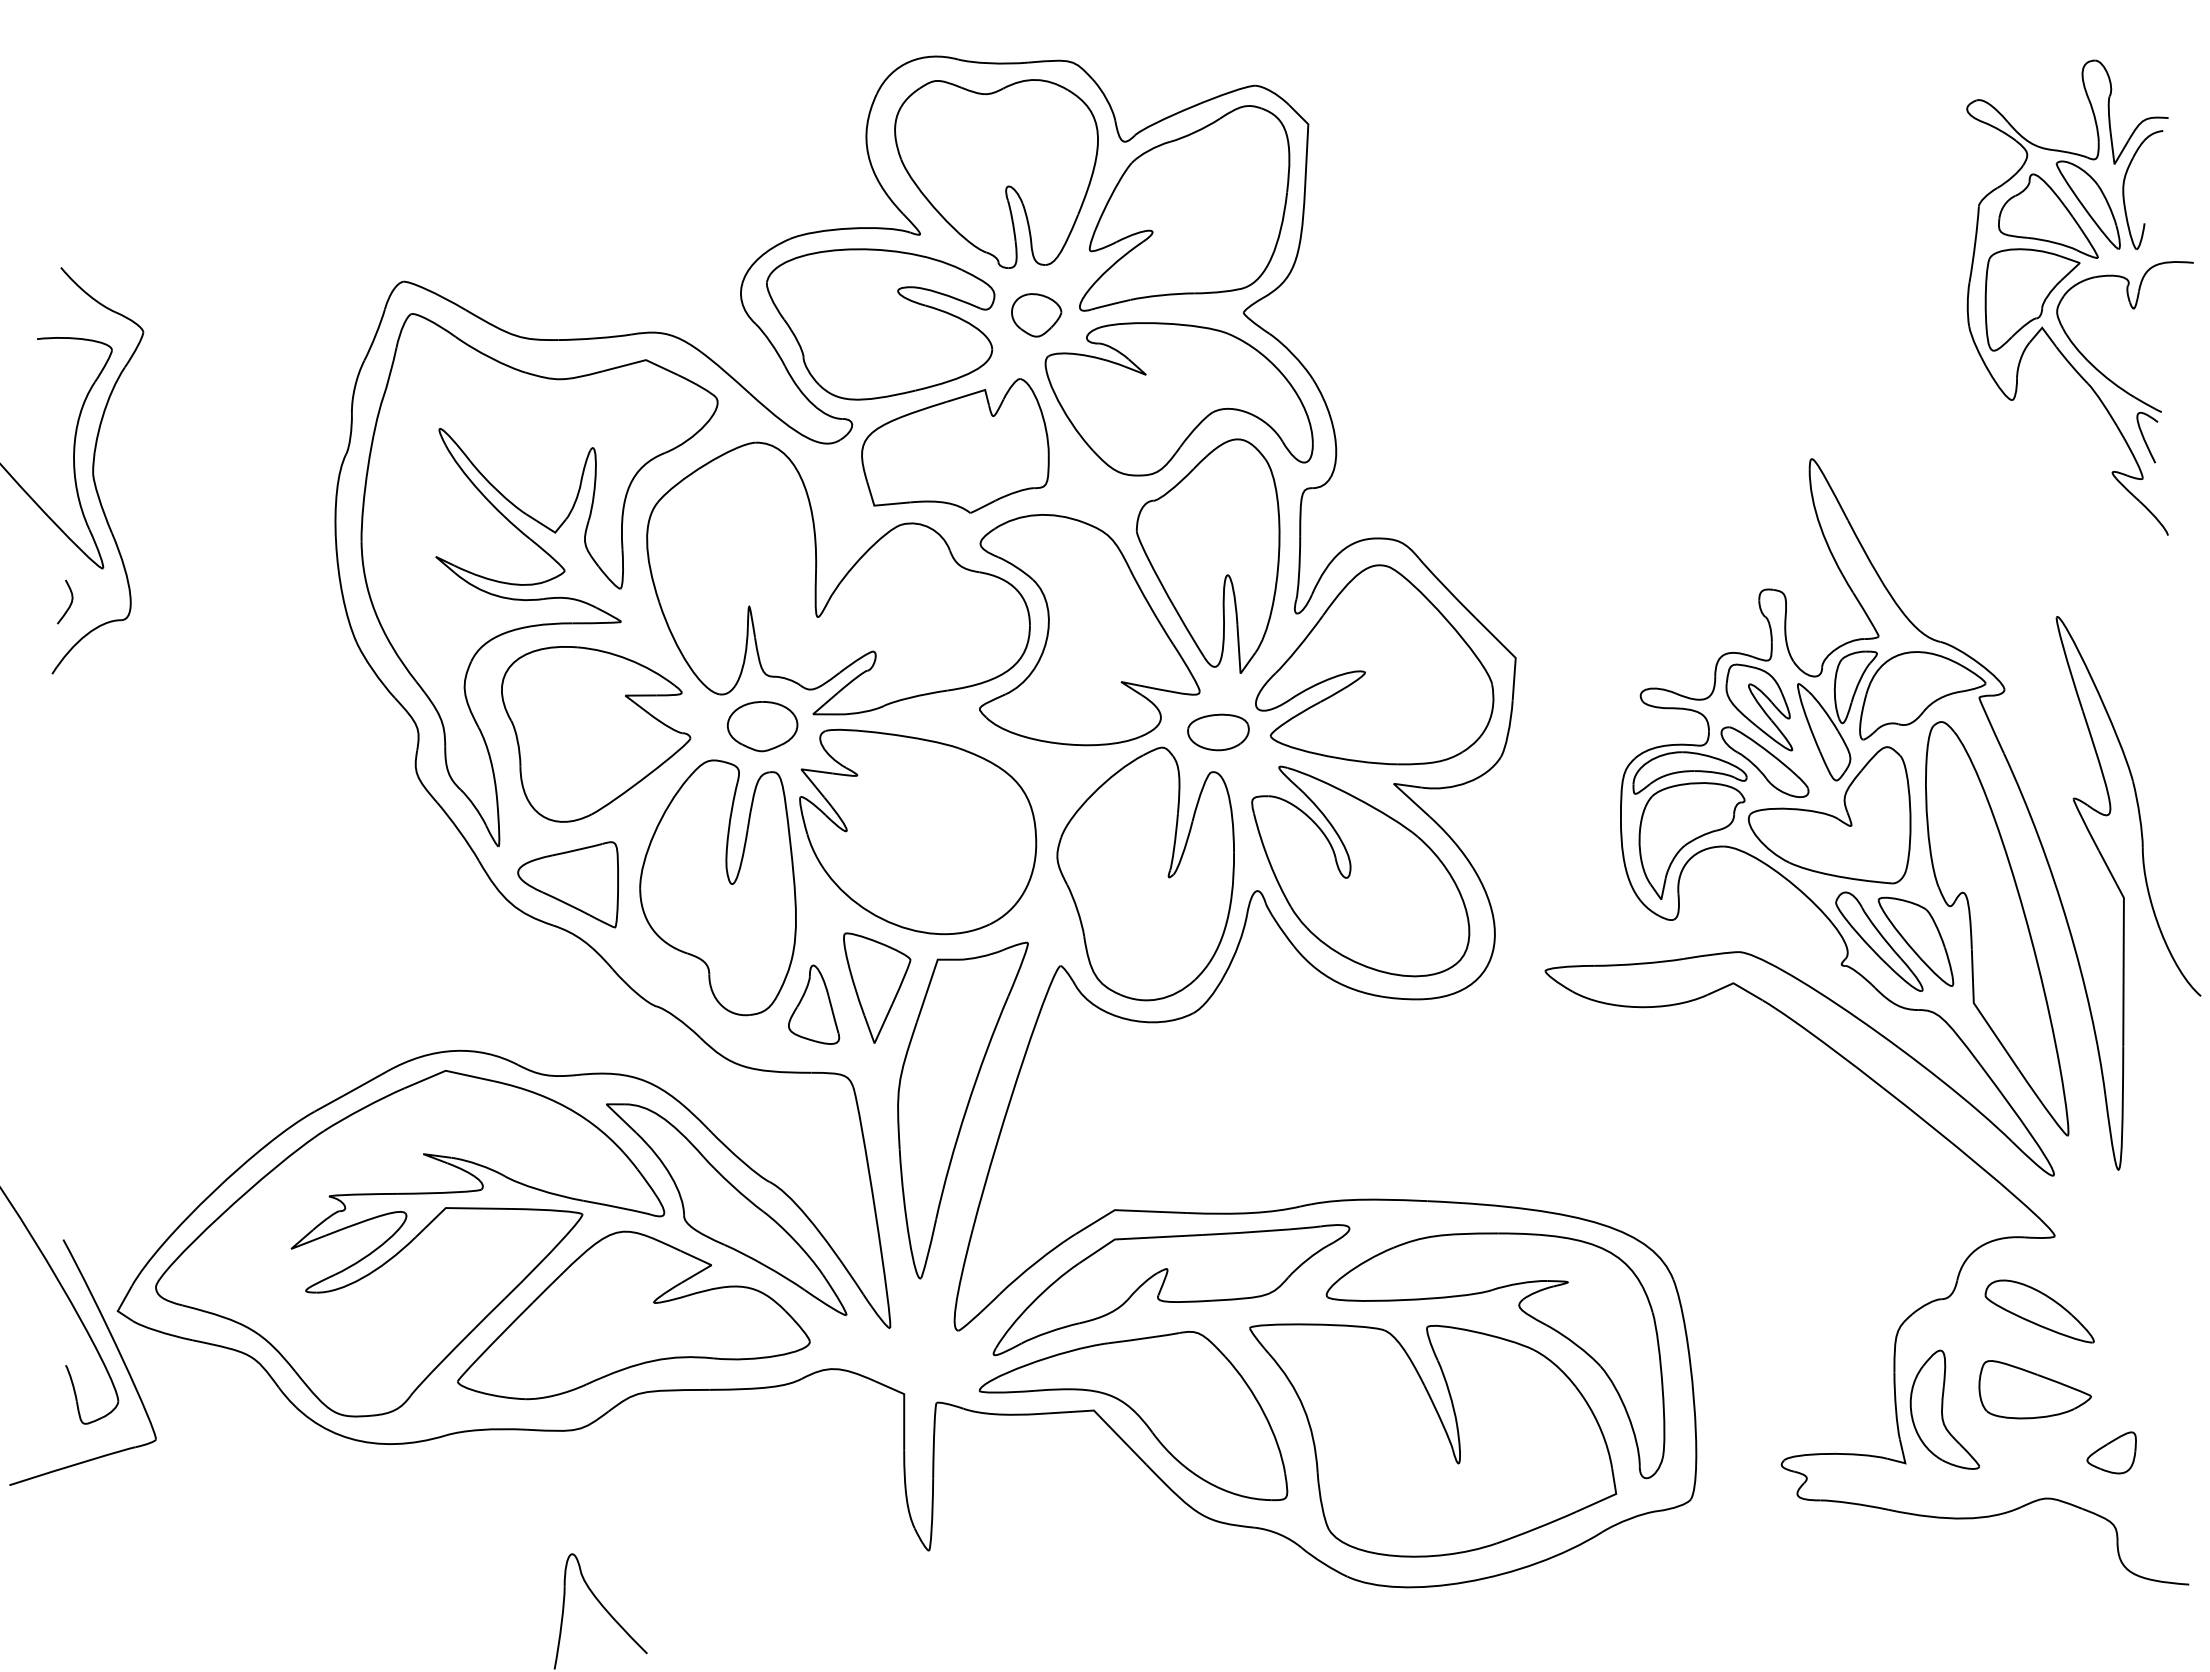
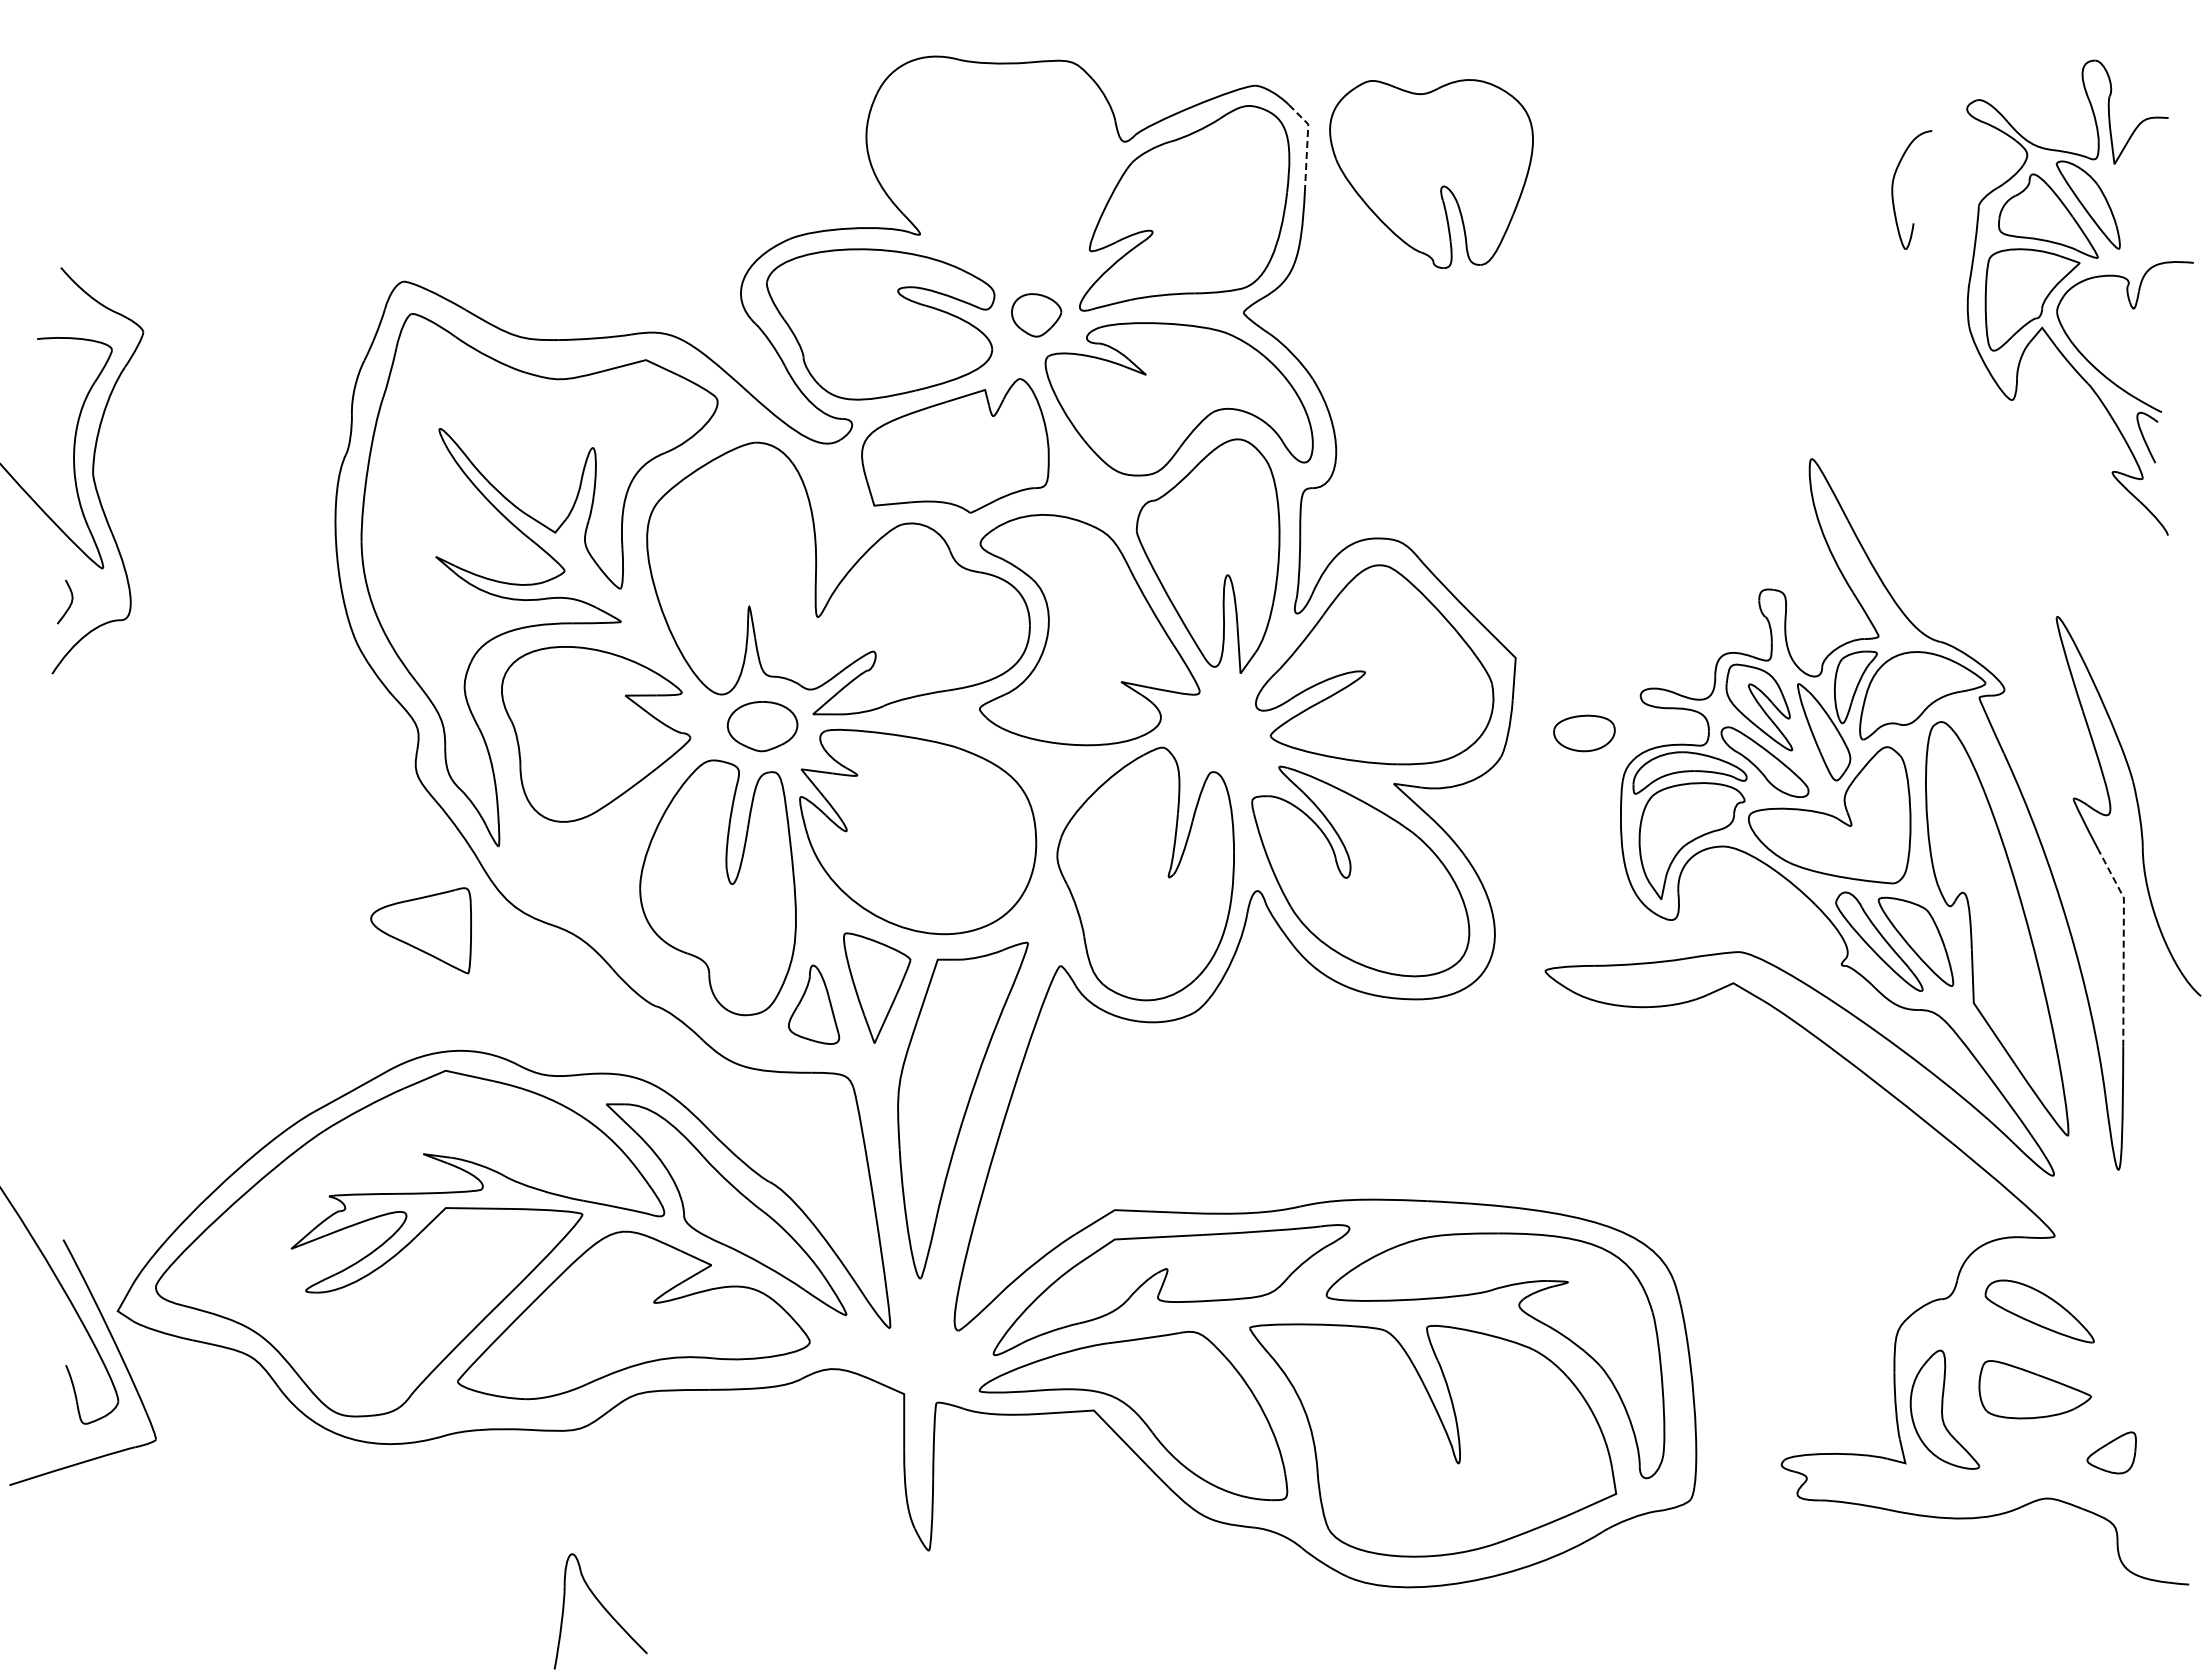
line at (1307, 143): solid -> dashed
part at (996, 173) position: (996, 173) -> (1431, 173)
part at (2124, 189) position: (2124, 189) -> (1893, 189)
part at (1218, 732) position: (1218, 732) -> (1584, 733)
part at (567, 884) position: (567, 884) -> (420, 930)
line at (2123, 944): solid -> dashed
